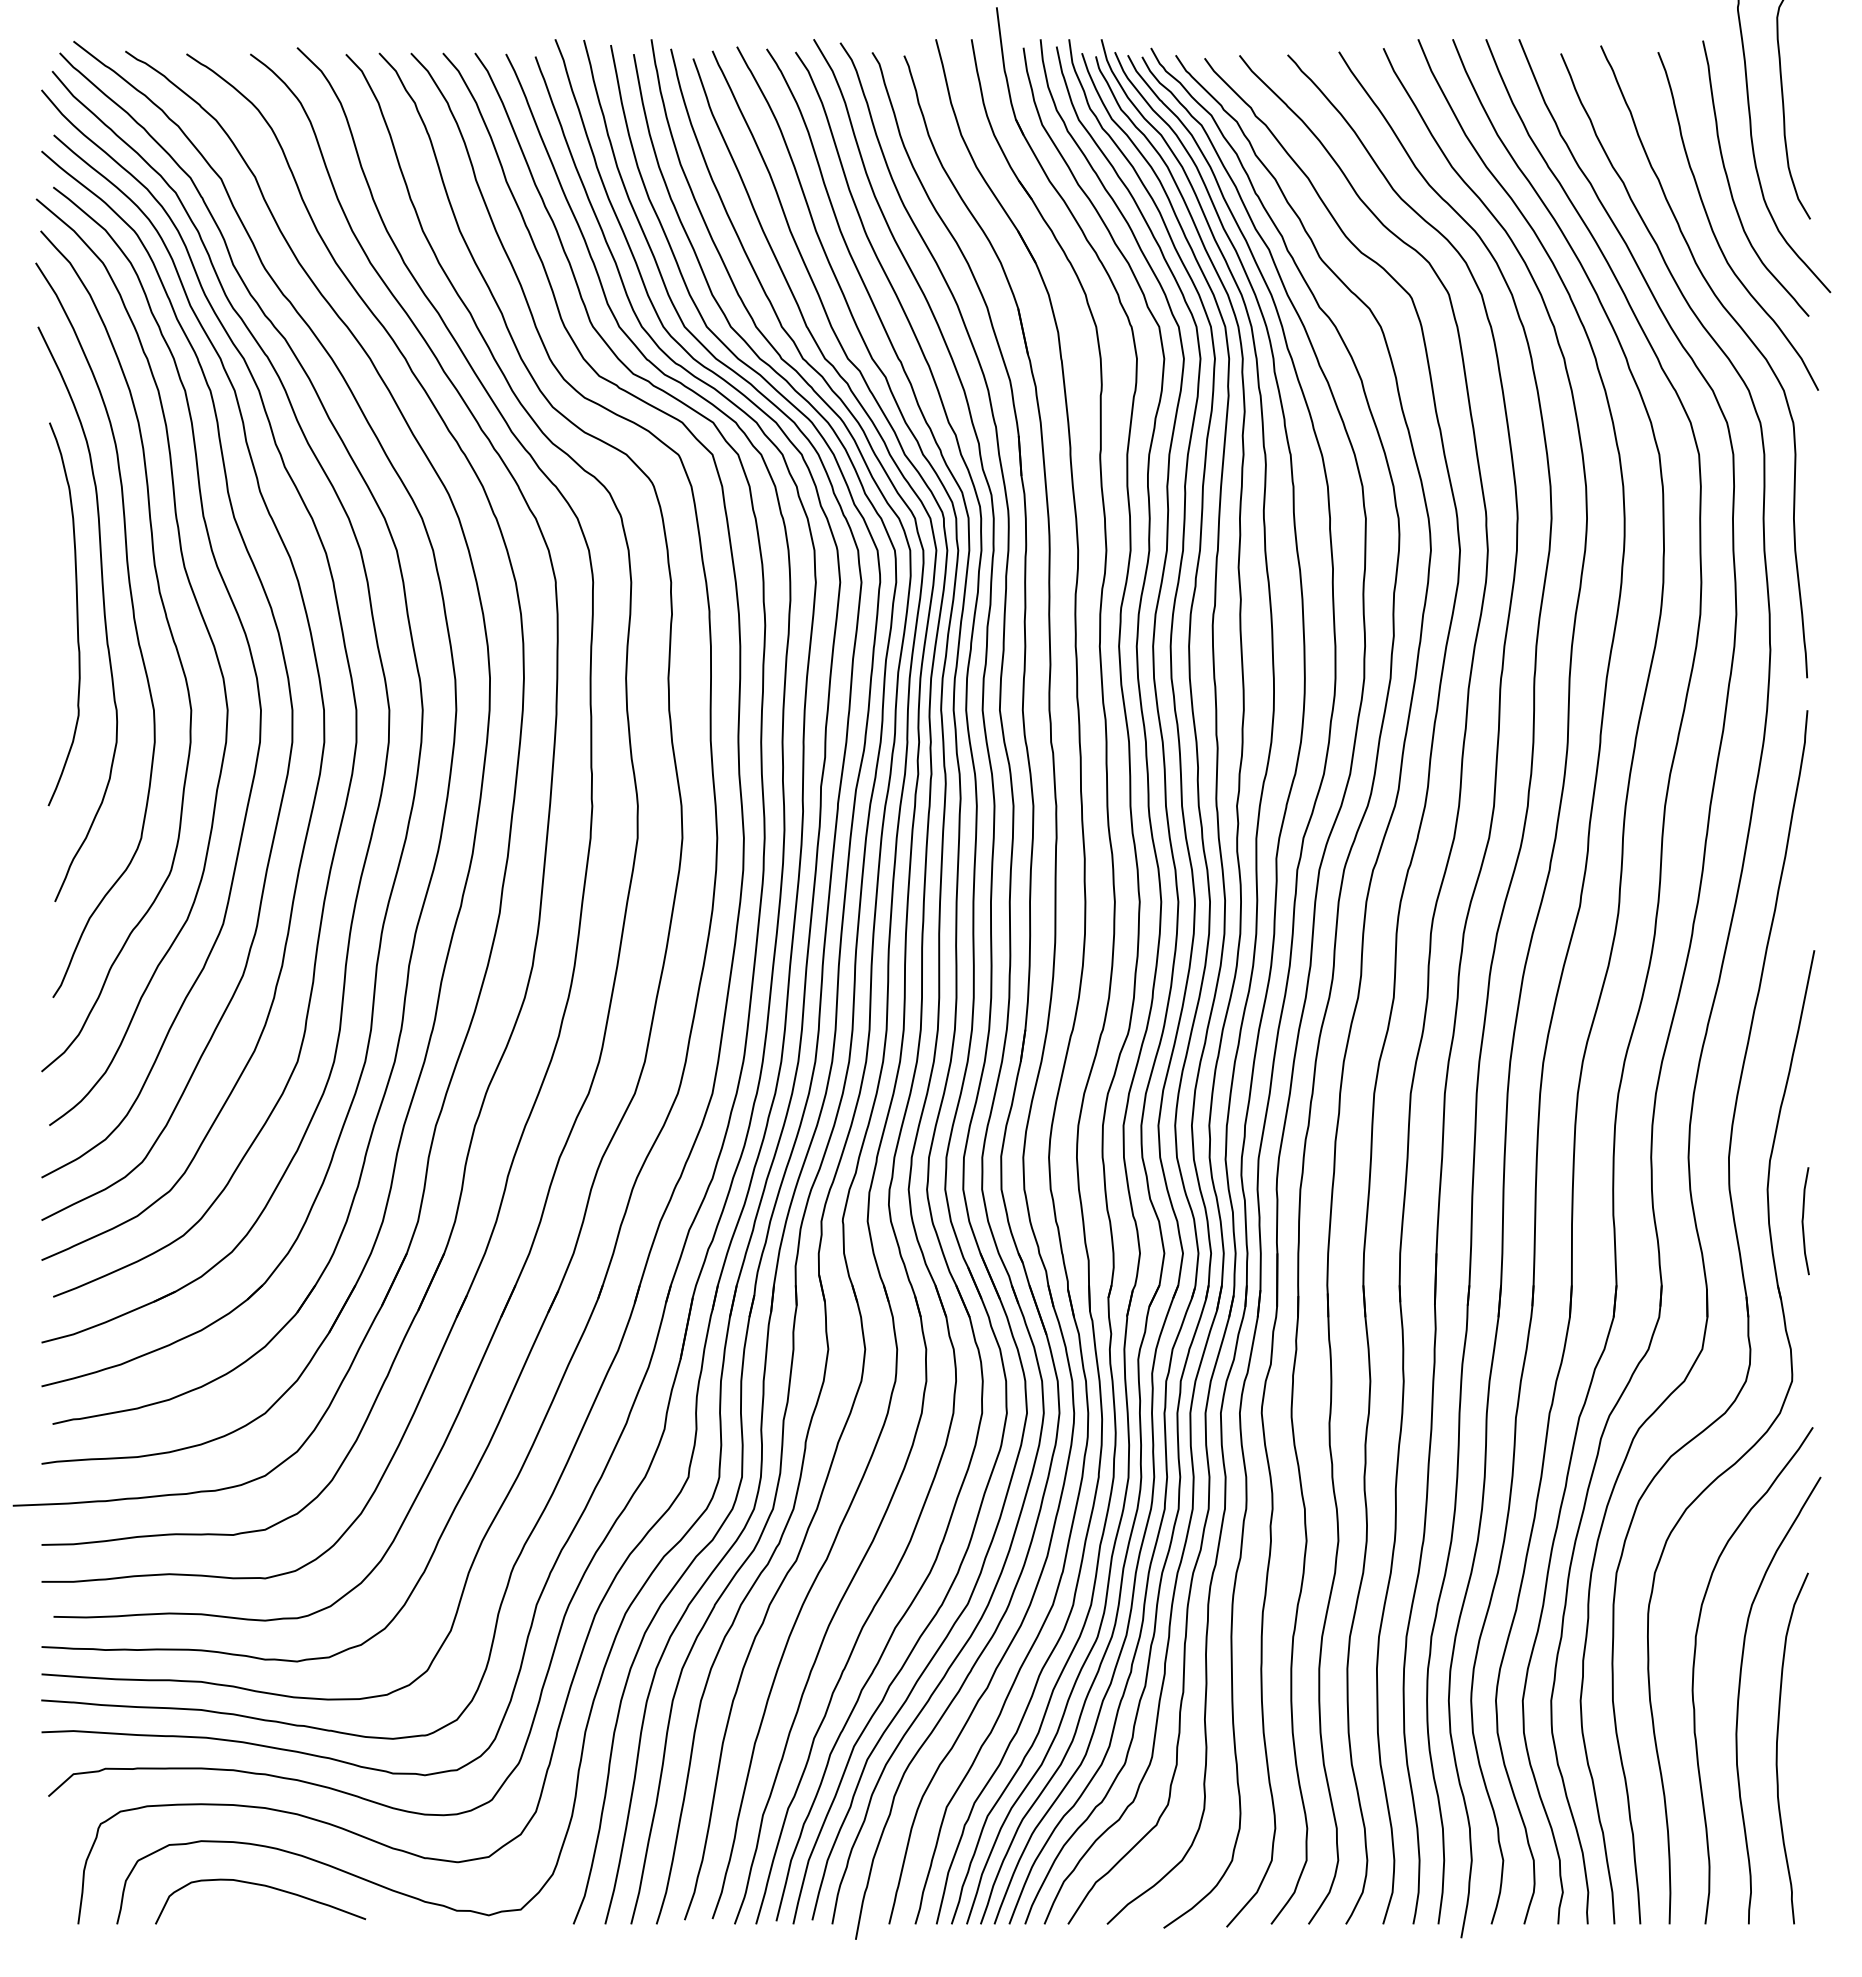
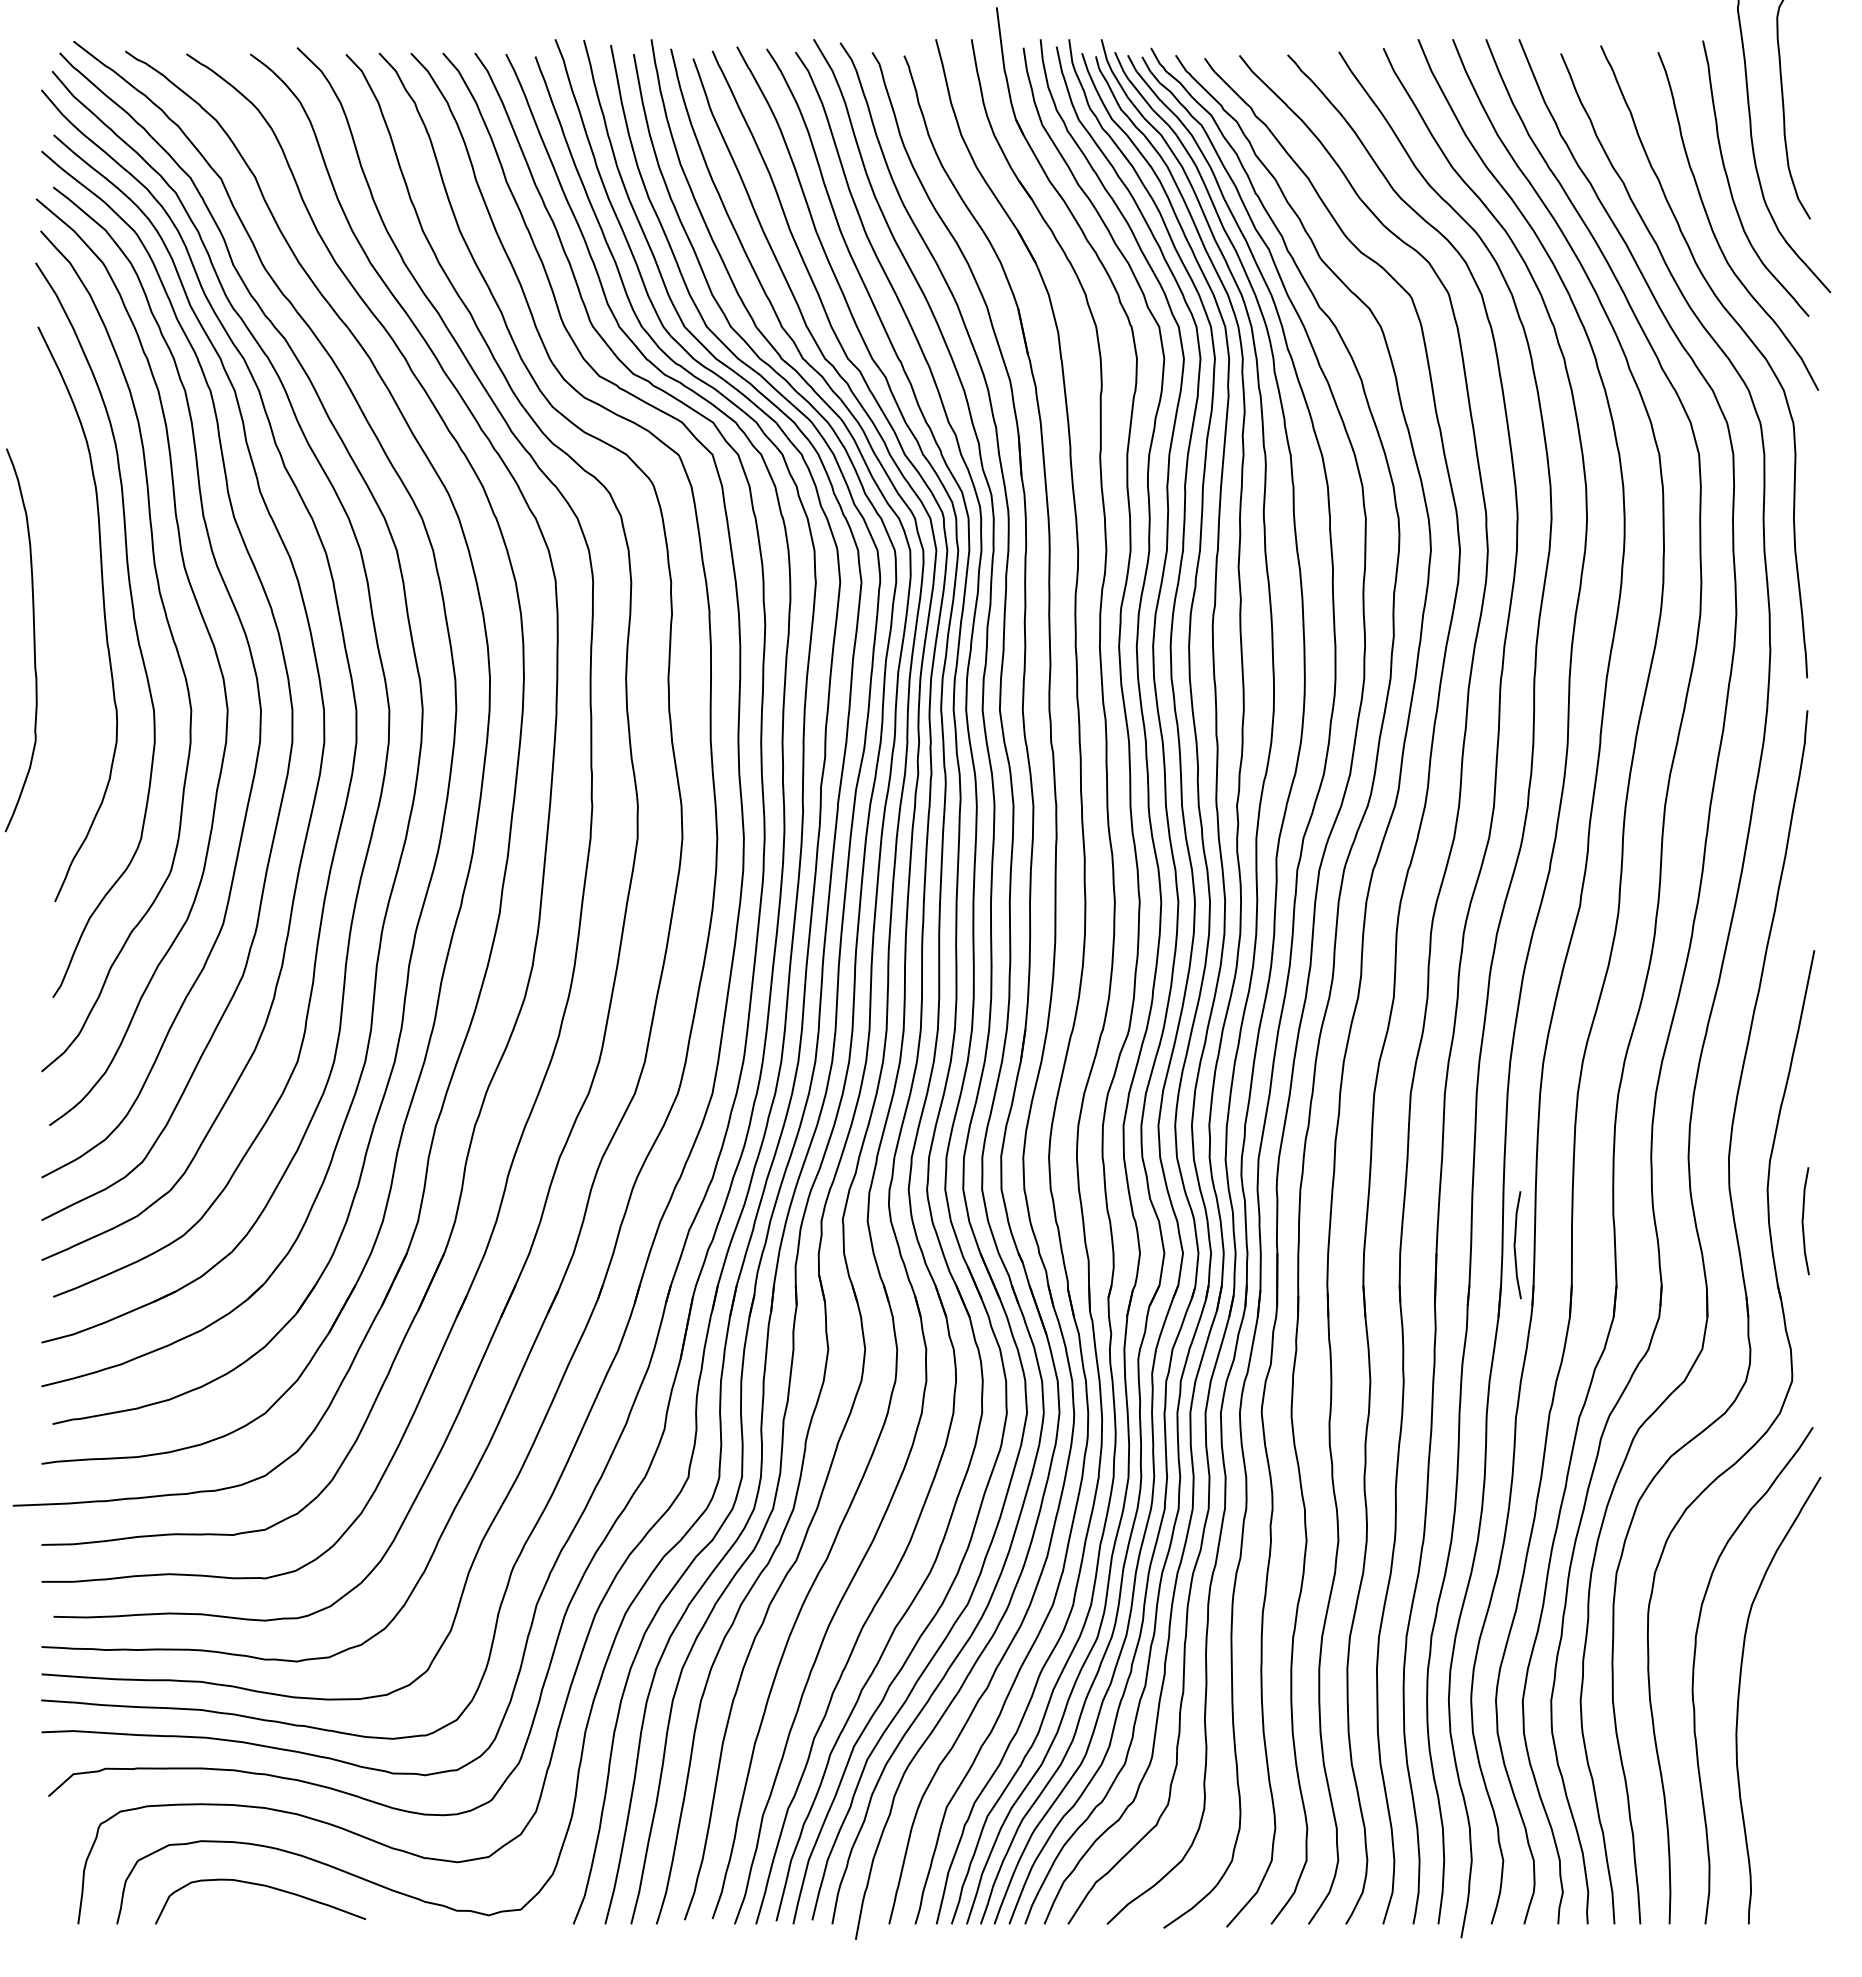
curve at (76, 614) position: (76, 614) -> (33, 640)
curve at (1515, 1245): none -> present
curve at (1777, 1748): present -> none
